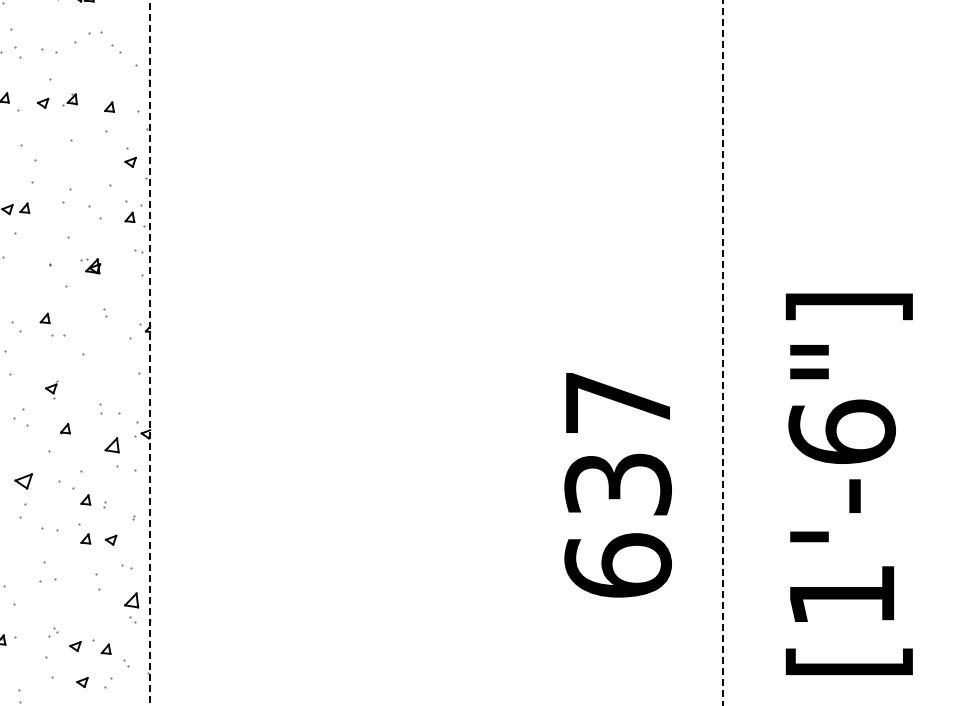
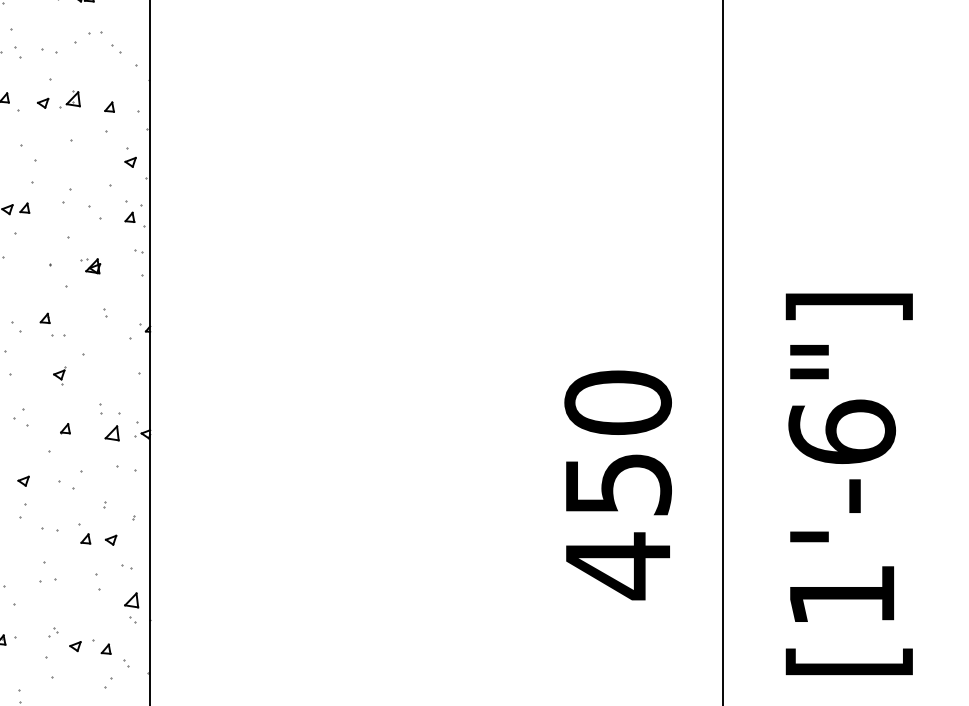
part at (69, 99) size: 16x14 px -> 22x19 px
line at (150, 353): dashed -> solid
line at (723, 353): dashed -> solid
part at (51, 389) position: (51, 389) -> (59, 375)
part at (111, 445) position: (111, 445) -> (111, 433)
part at (23, 481) size: 19x17 px -> 13x12 px
text at (617, 485): 637 -> 450
part at (85, 499): present -> none
part at (82, 682): present -> none
